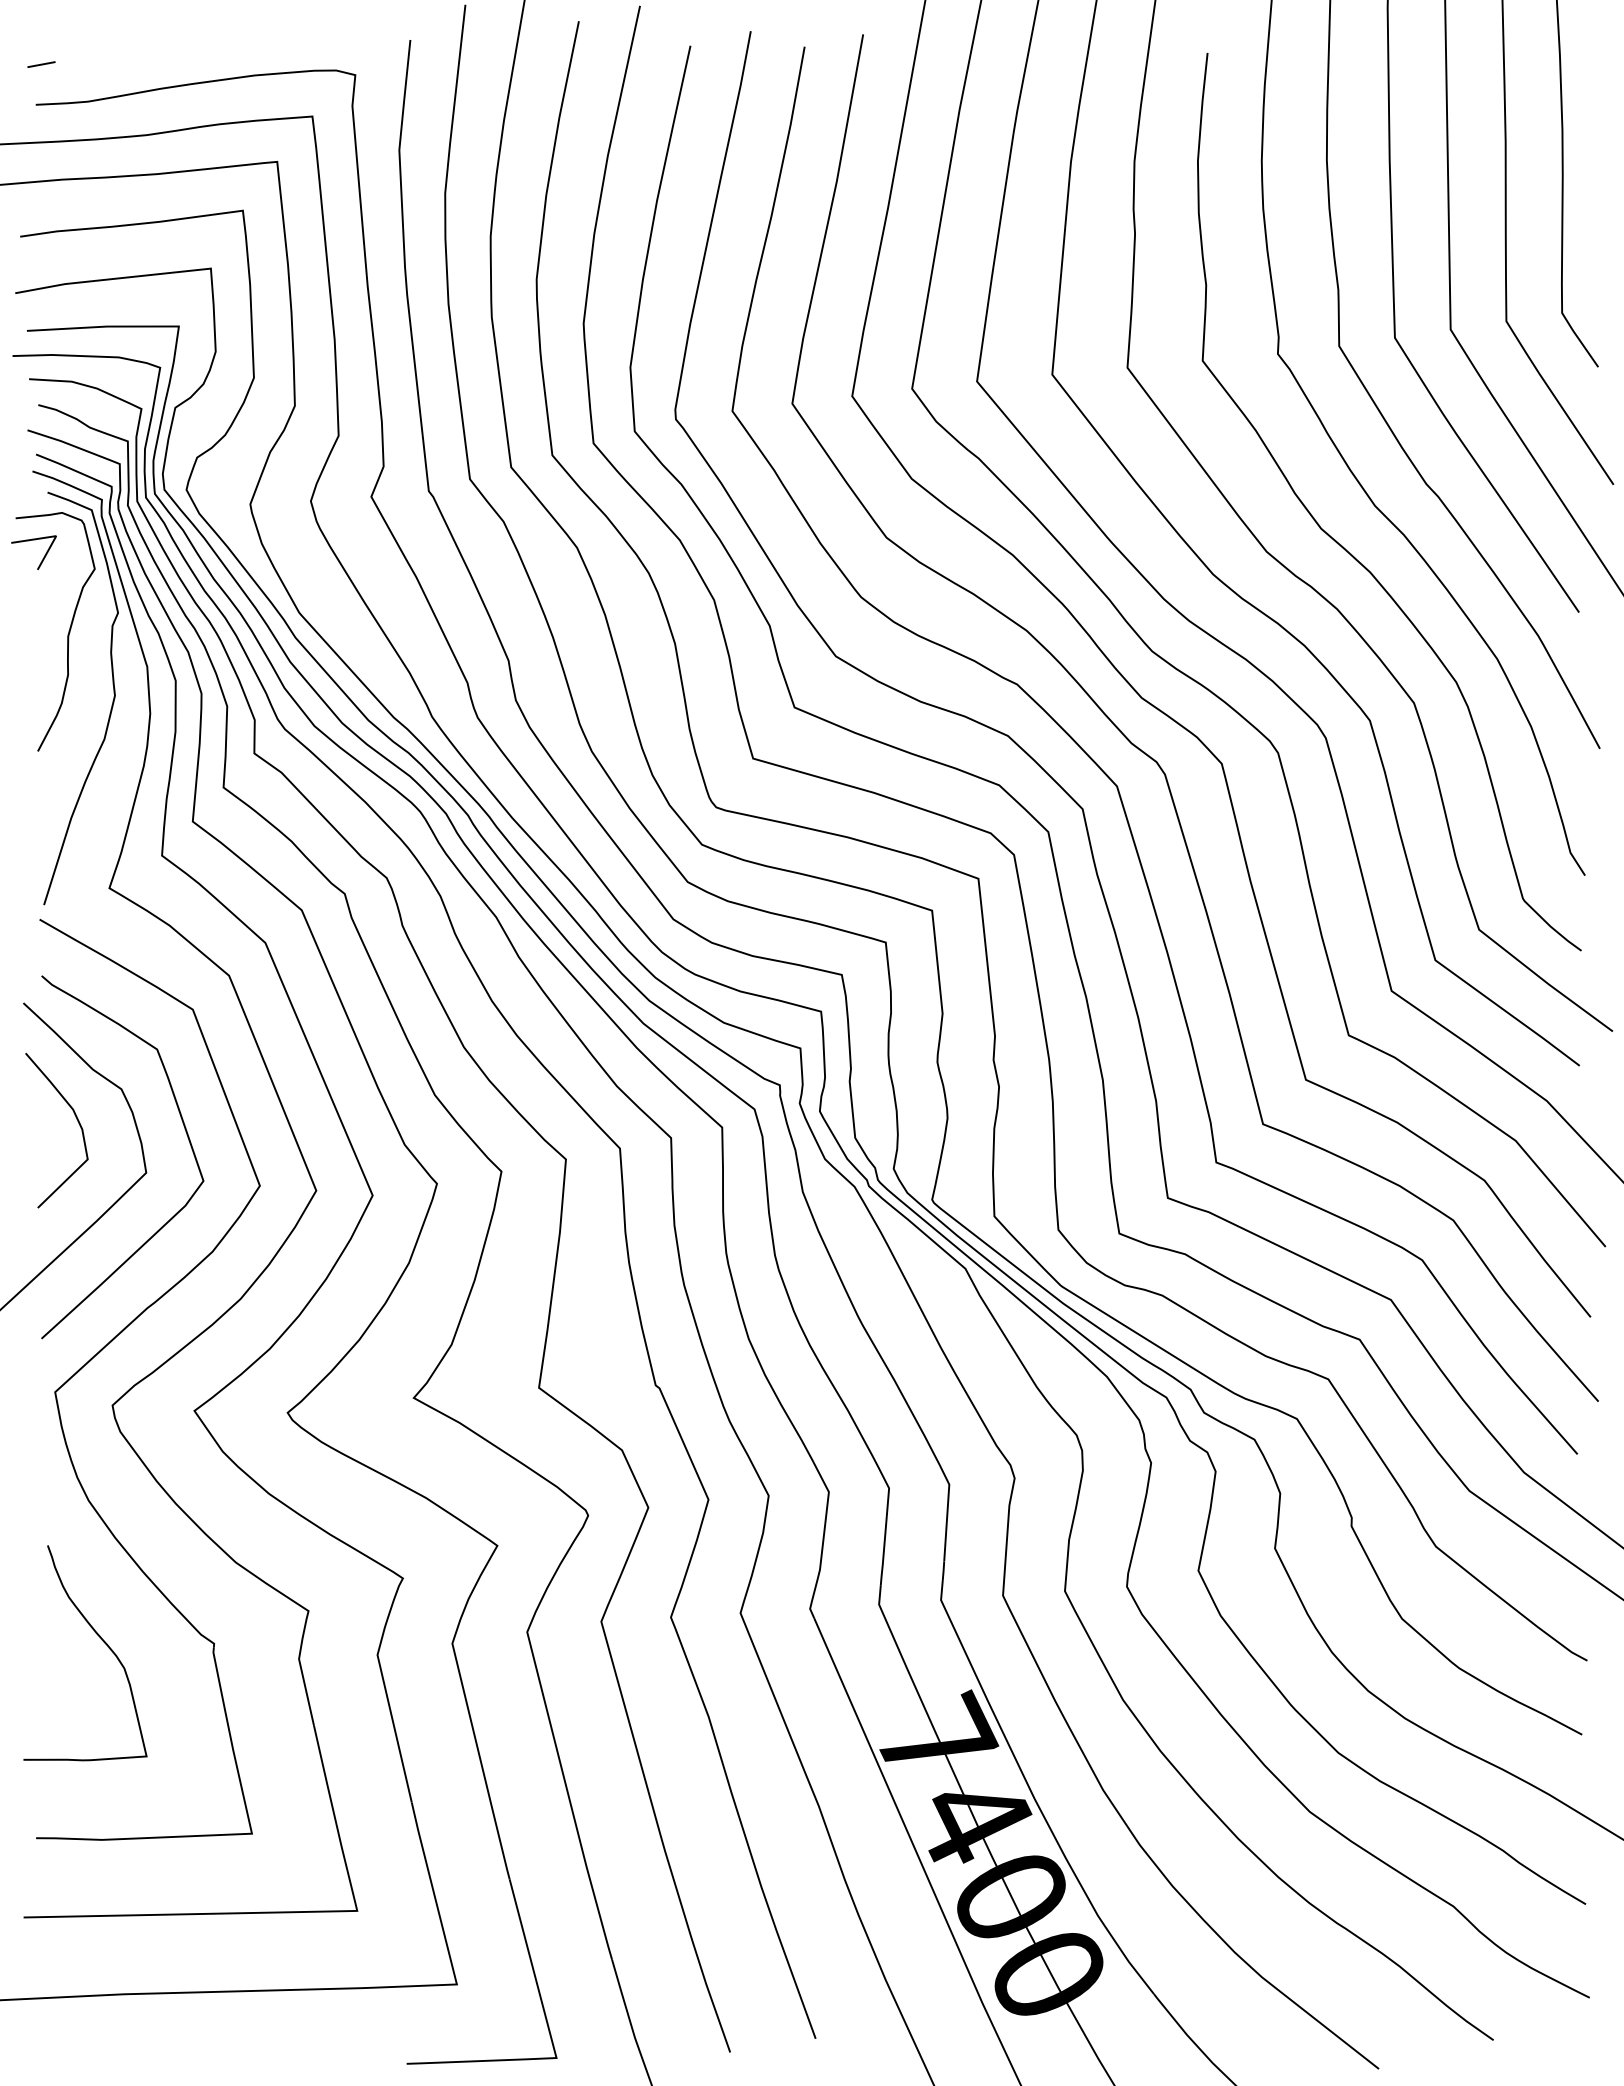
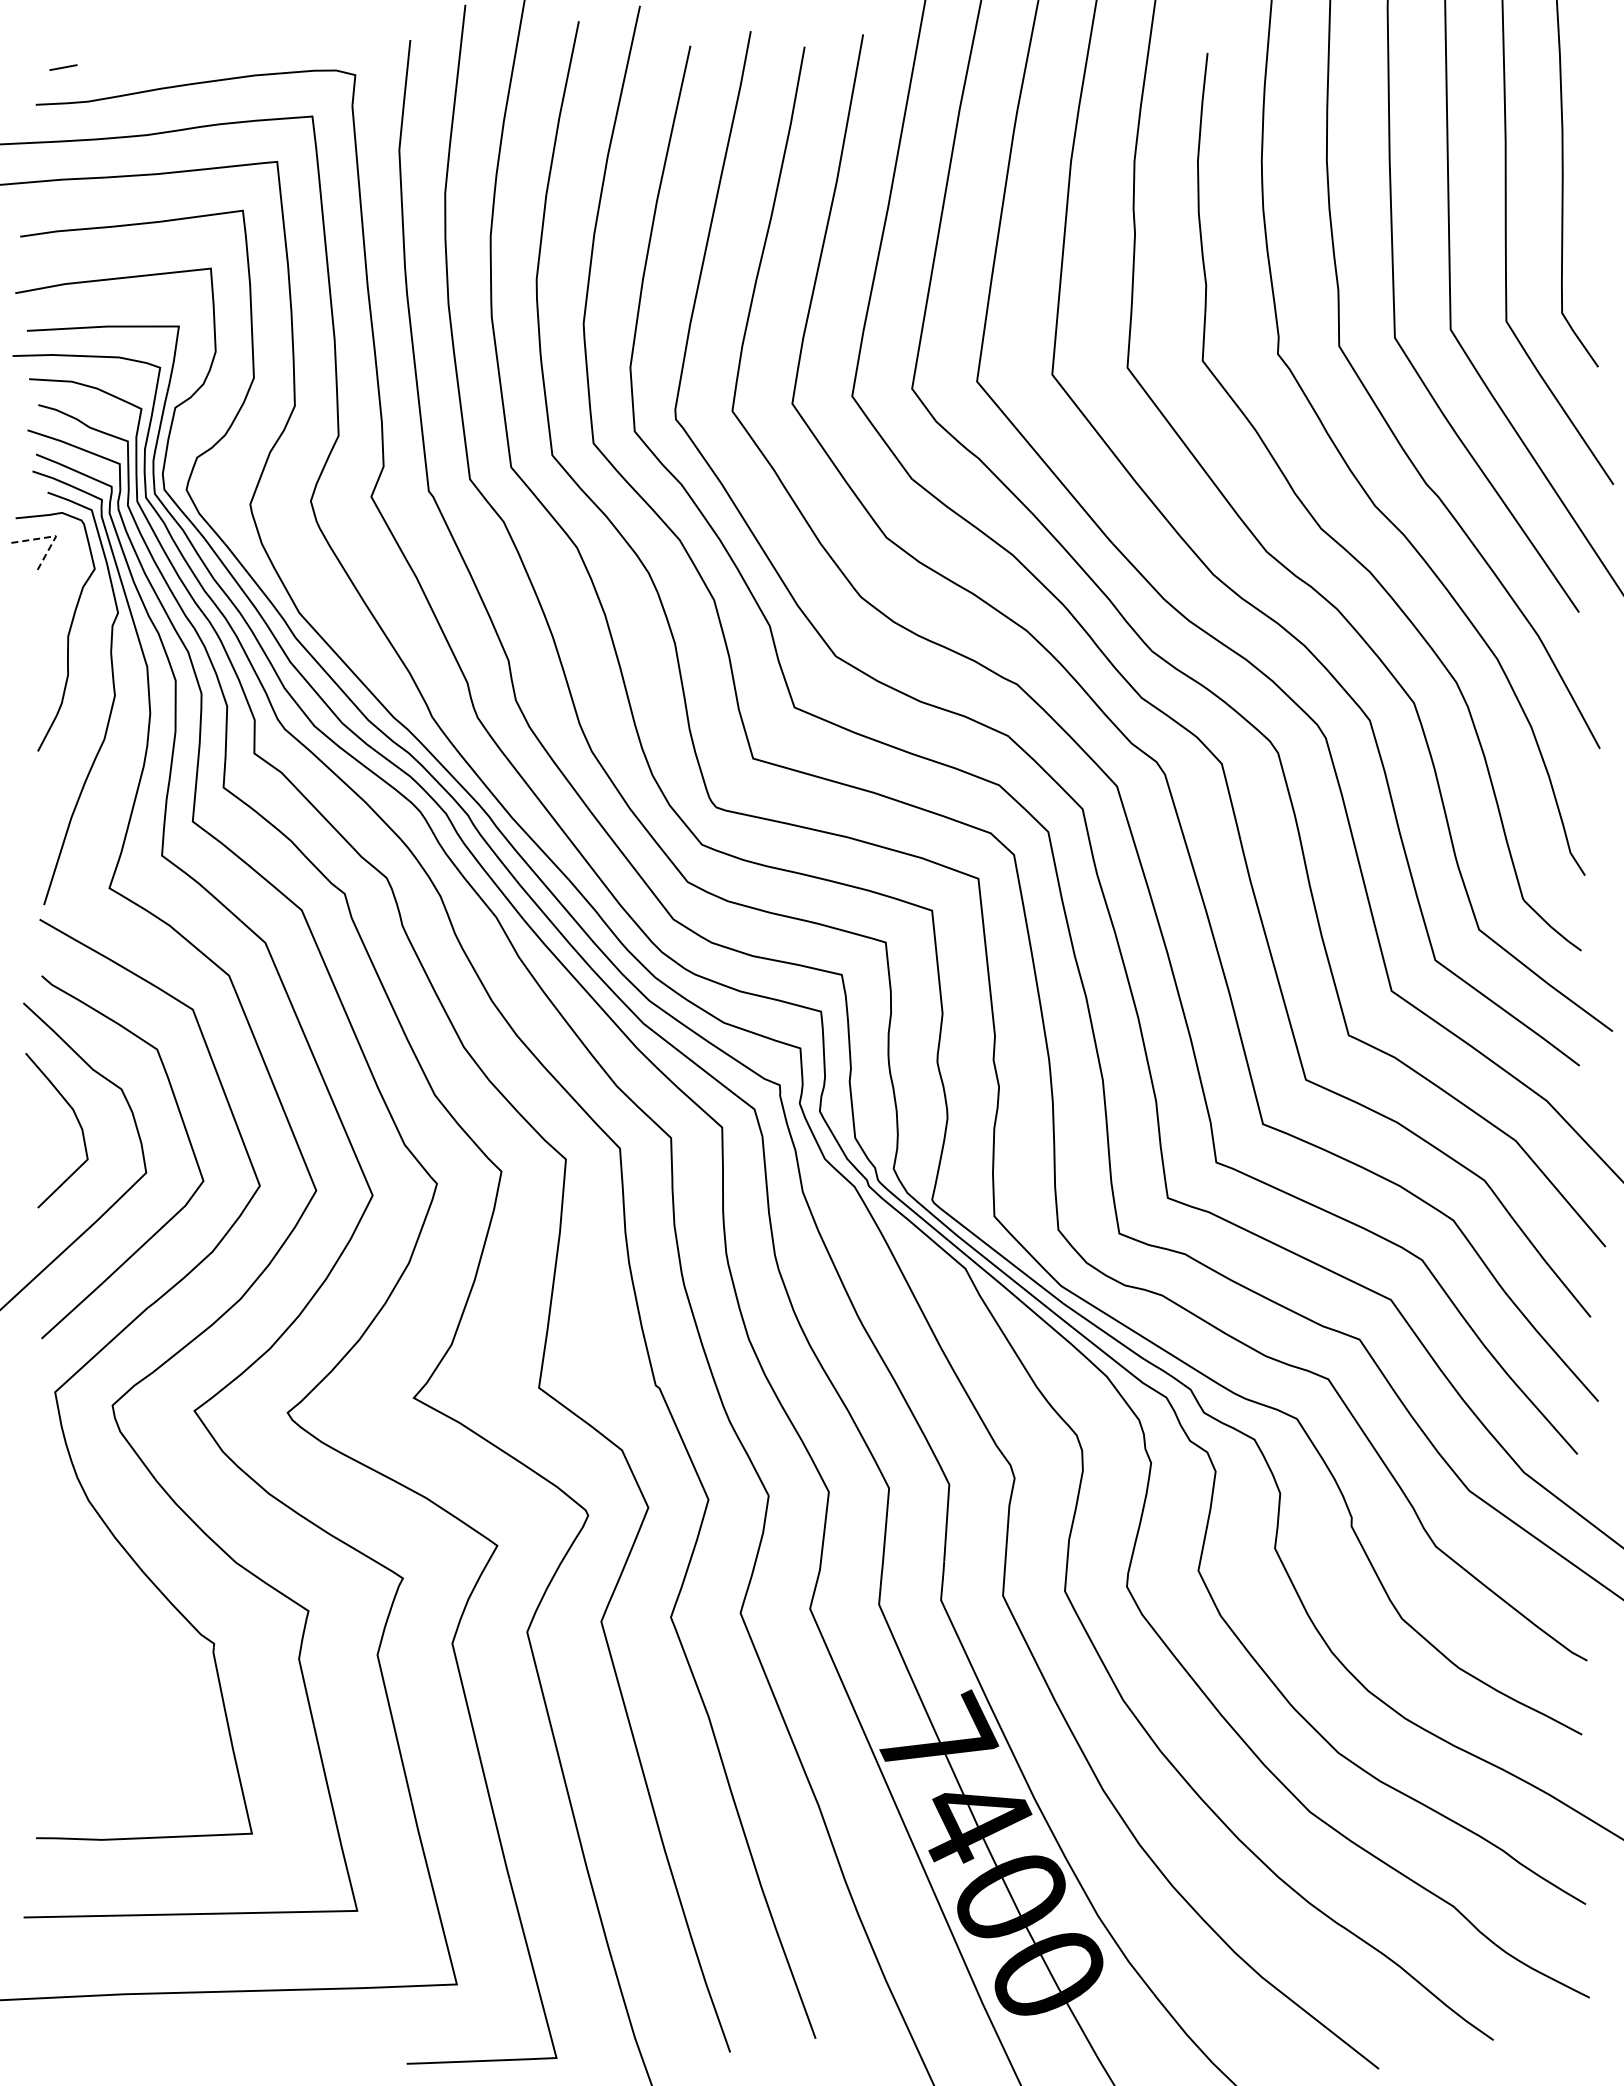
line at (41, 64) position: (41, 64) -> (63, 67)
line at (53, 536): solid -> dashed
curve at (101, 1640): present -> none
